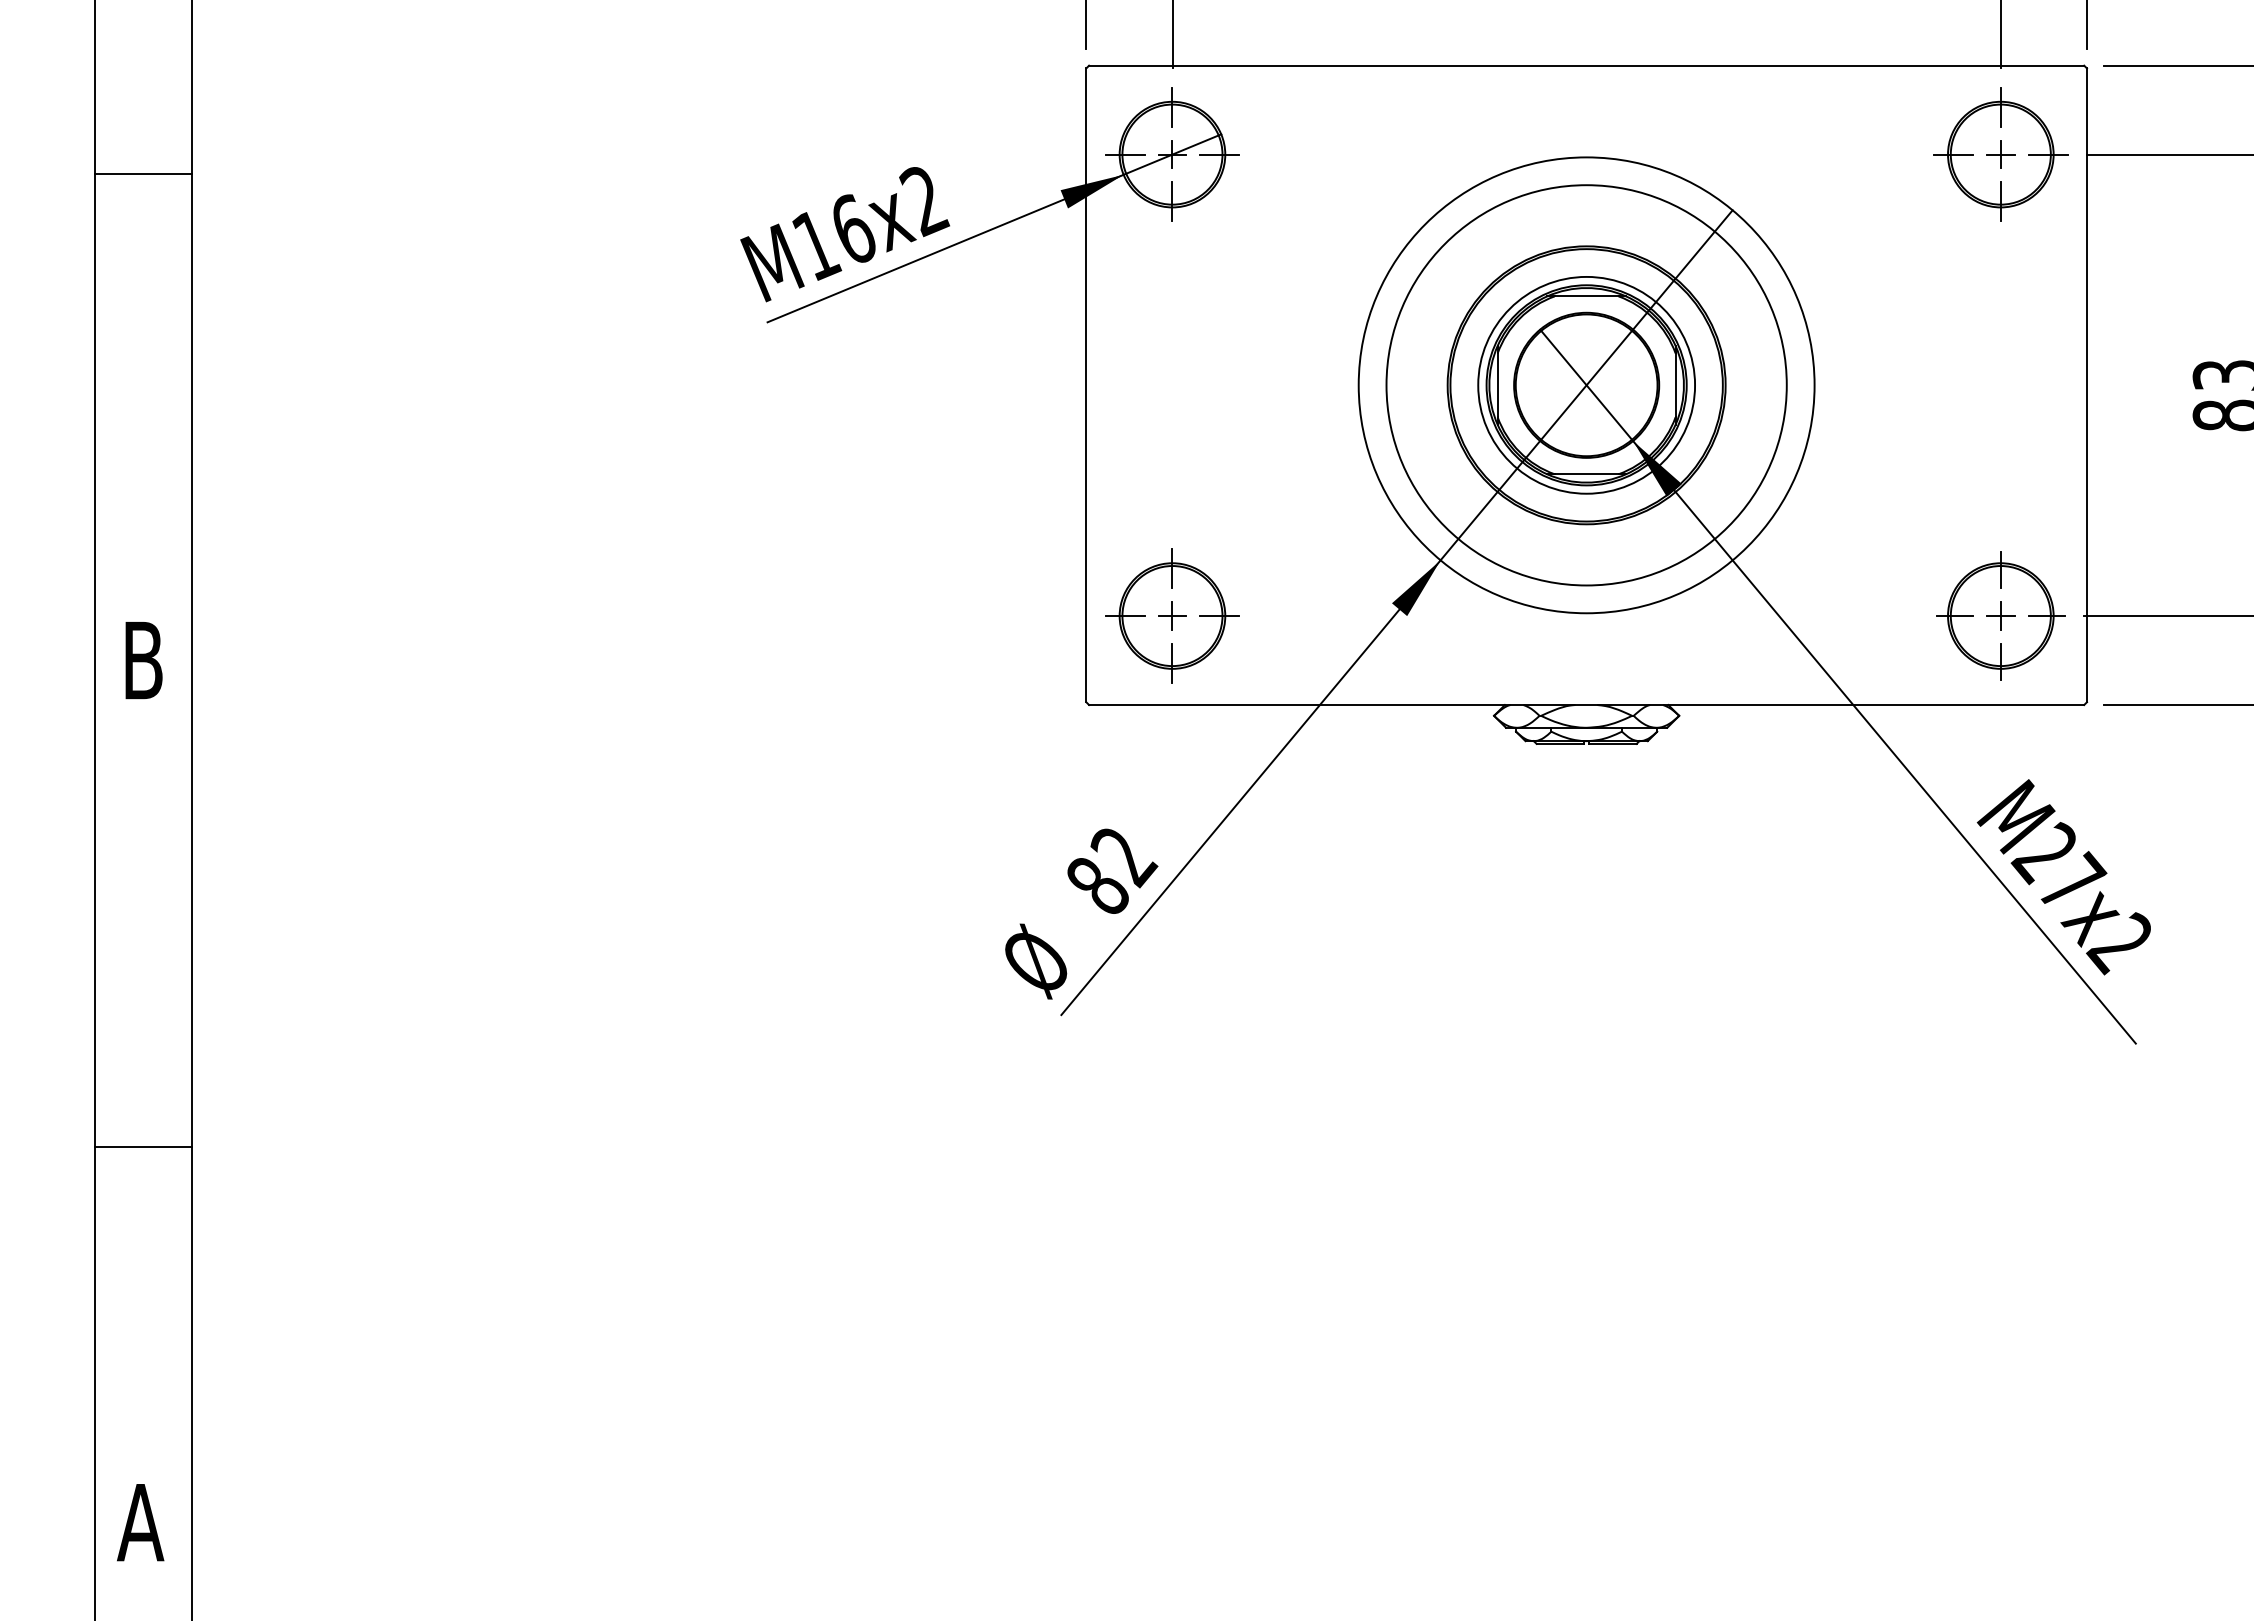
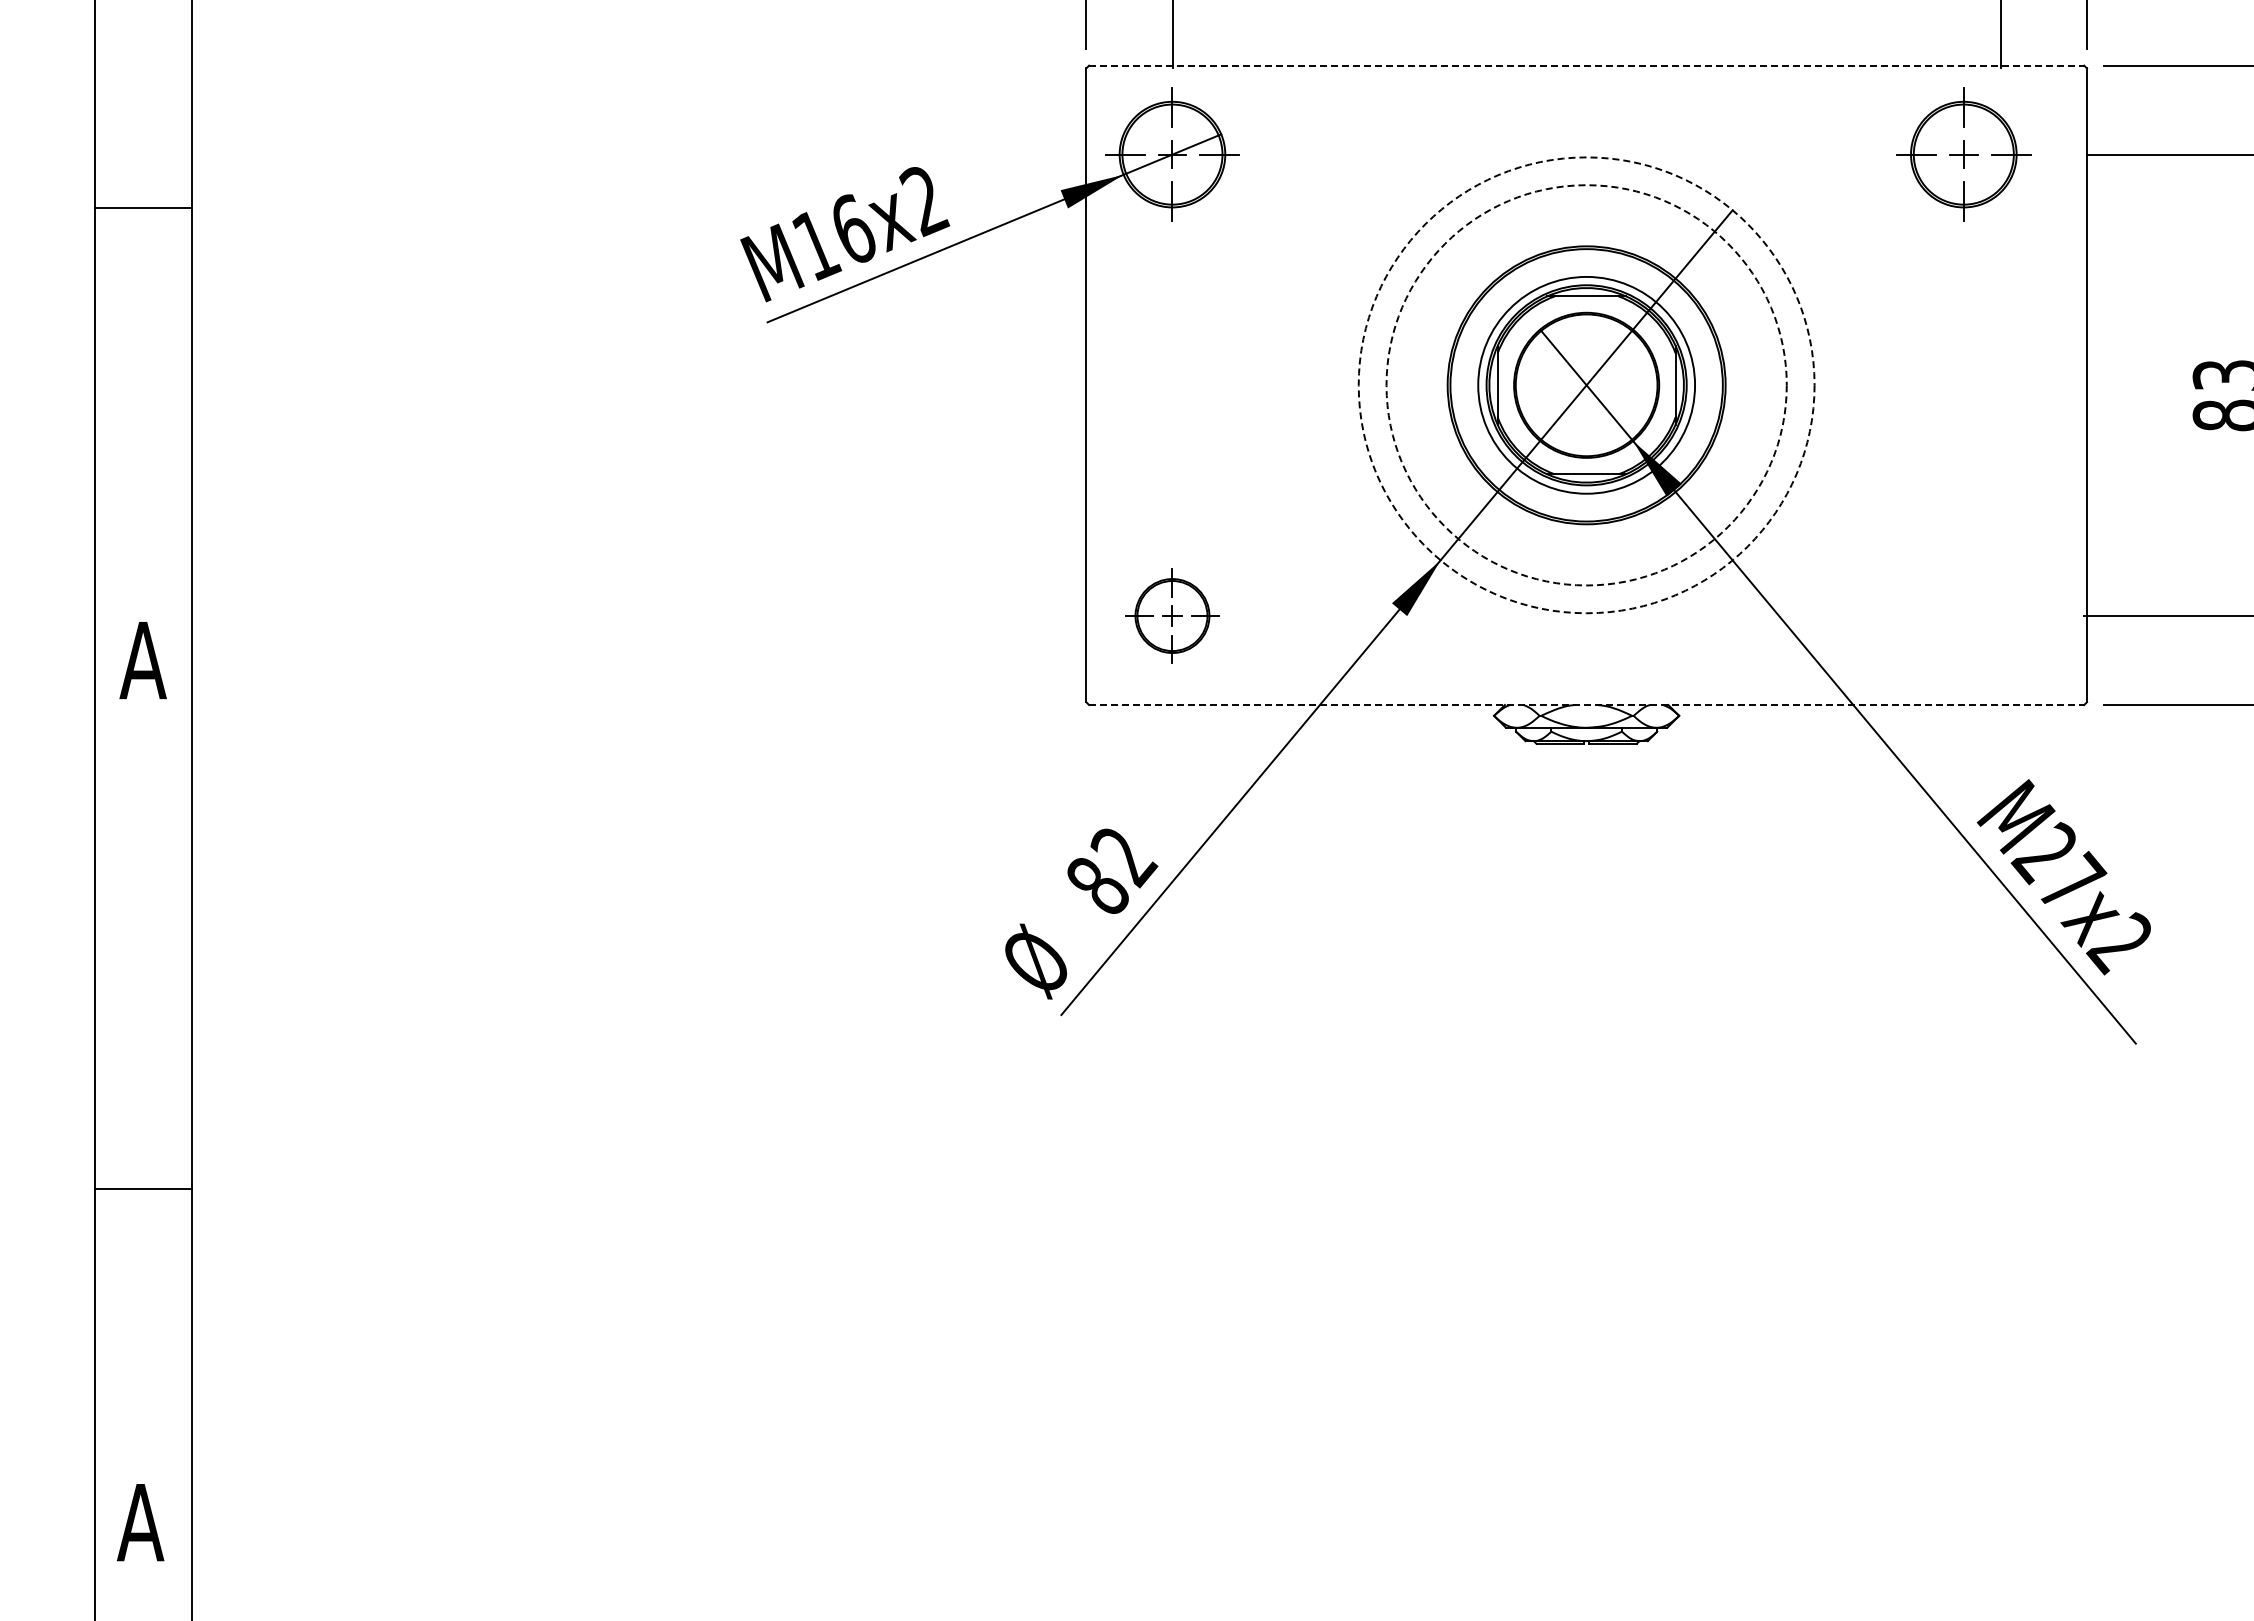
line at (1586, 65): solid -> dashed
part at (2000, 154) position: (2000, 154) -> (1963, 154)
line at (143, 173) position: (143, 173) -> (143, 207)
circle at (1586, 385): solid -> dashed
circle at (1586, 385): solid -> dashed
part at (1172, 615) size: 135x136 px -> 95x96 px
part at (2000, 615): present -> none
text at (142, 660): B -> A
line at (1586, 705): solid -> dashed
line at (143, 1146) position: (143, 1146) -> (143, 1188)
